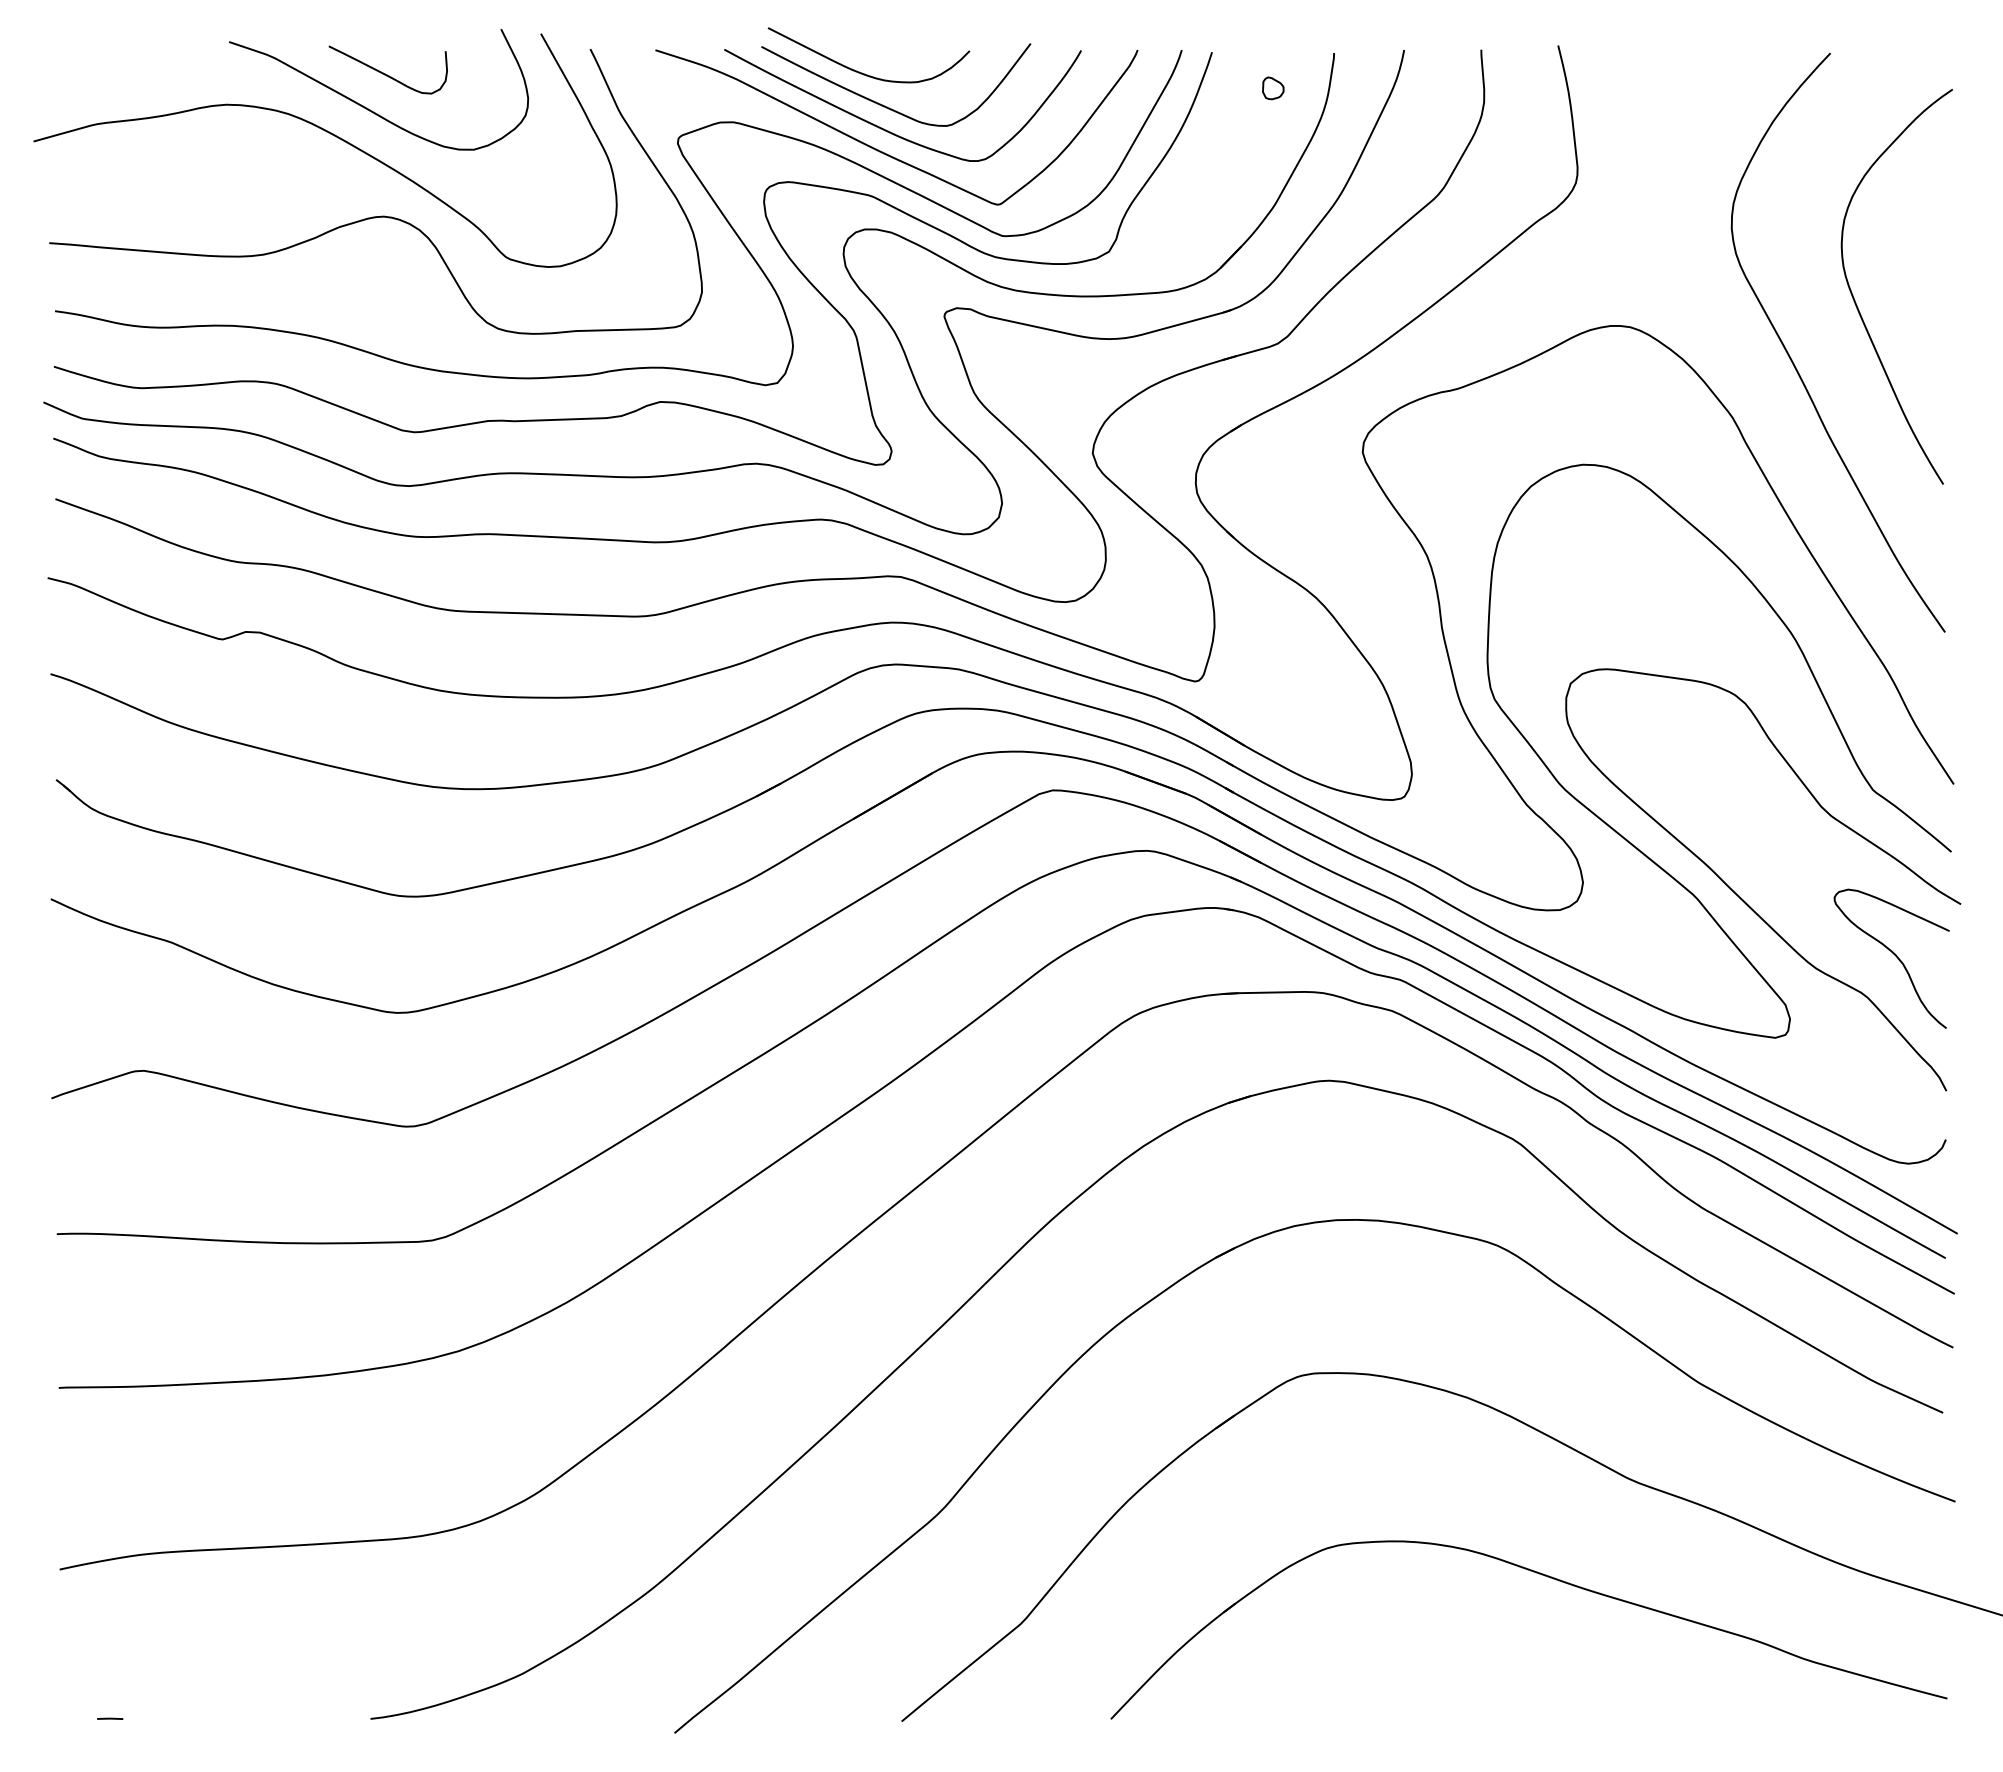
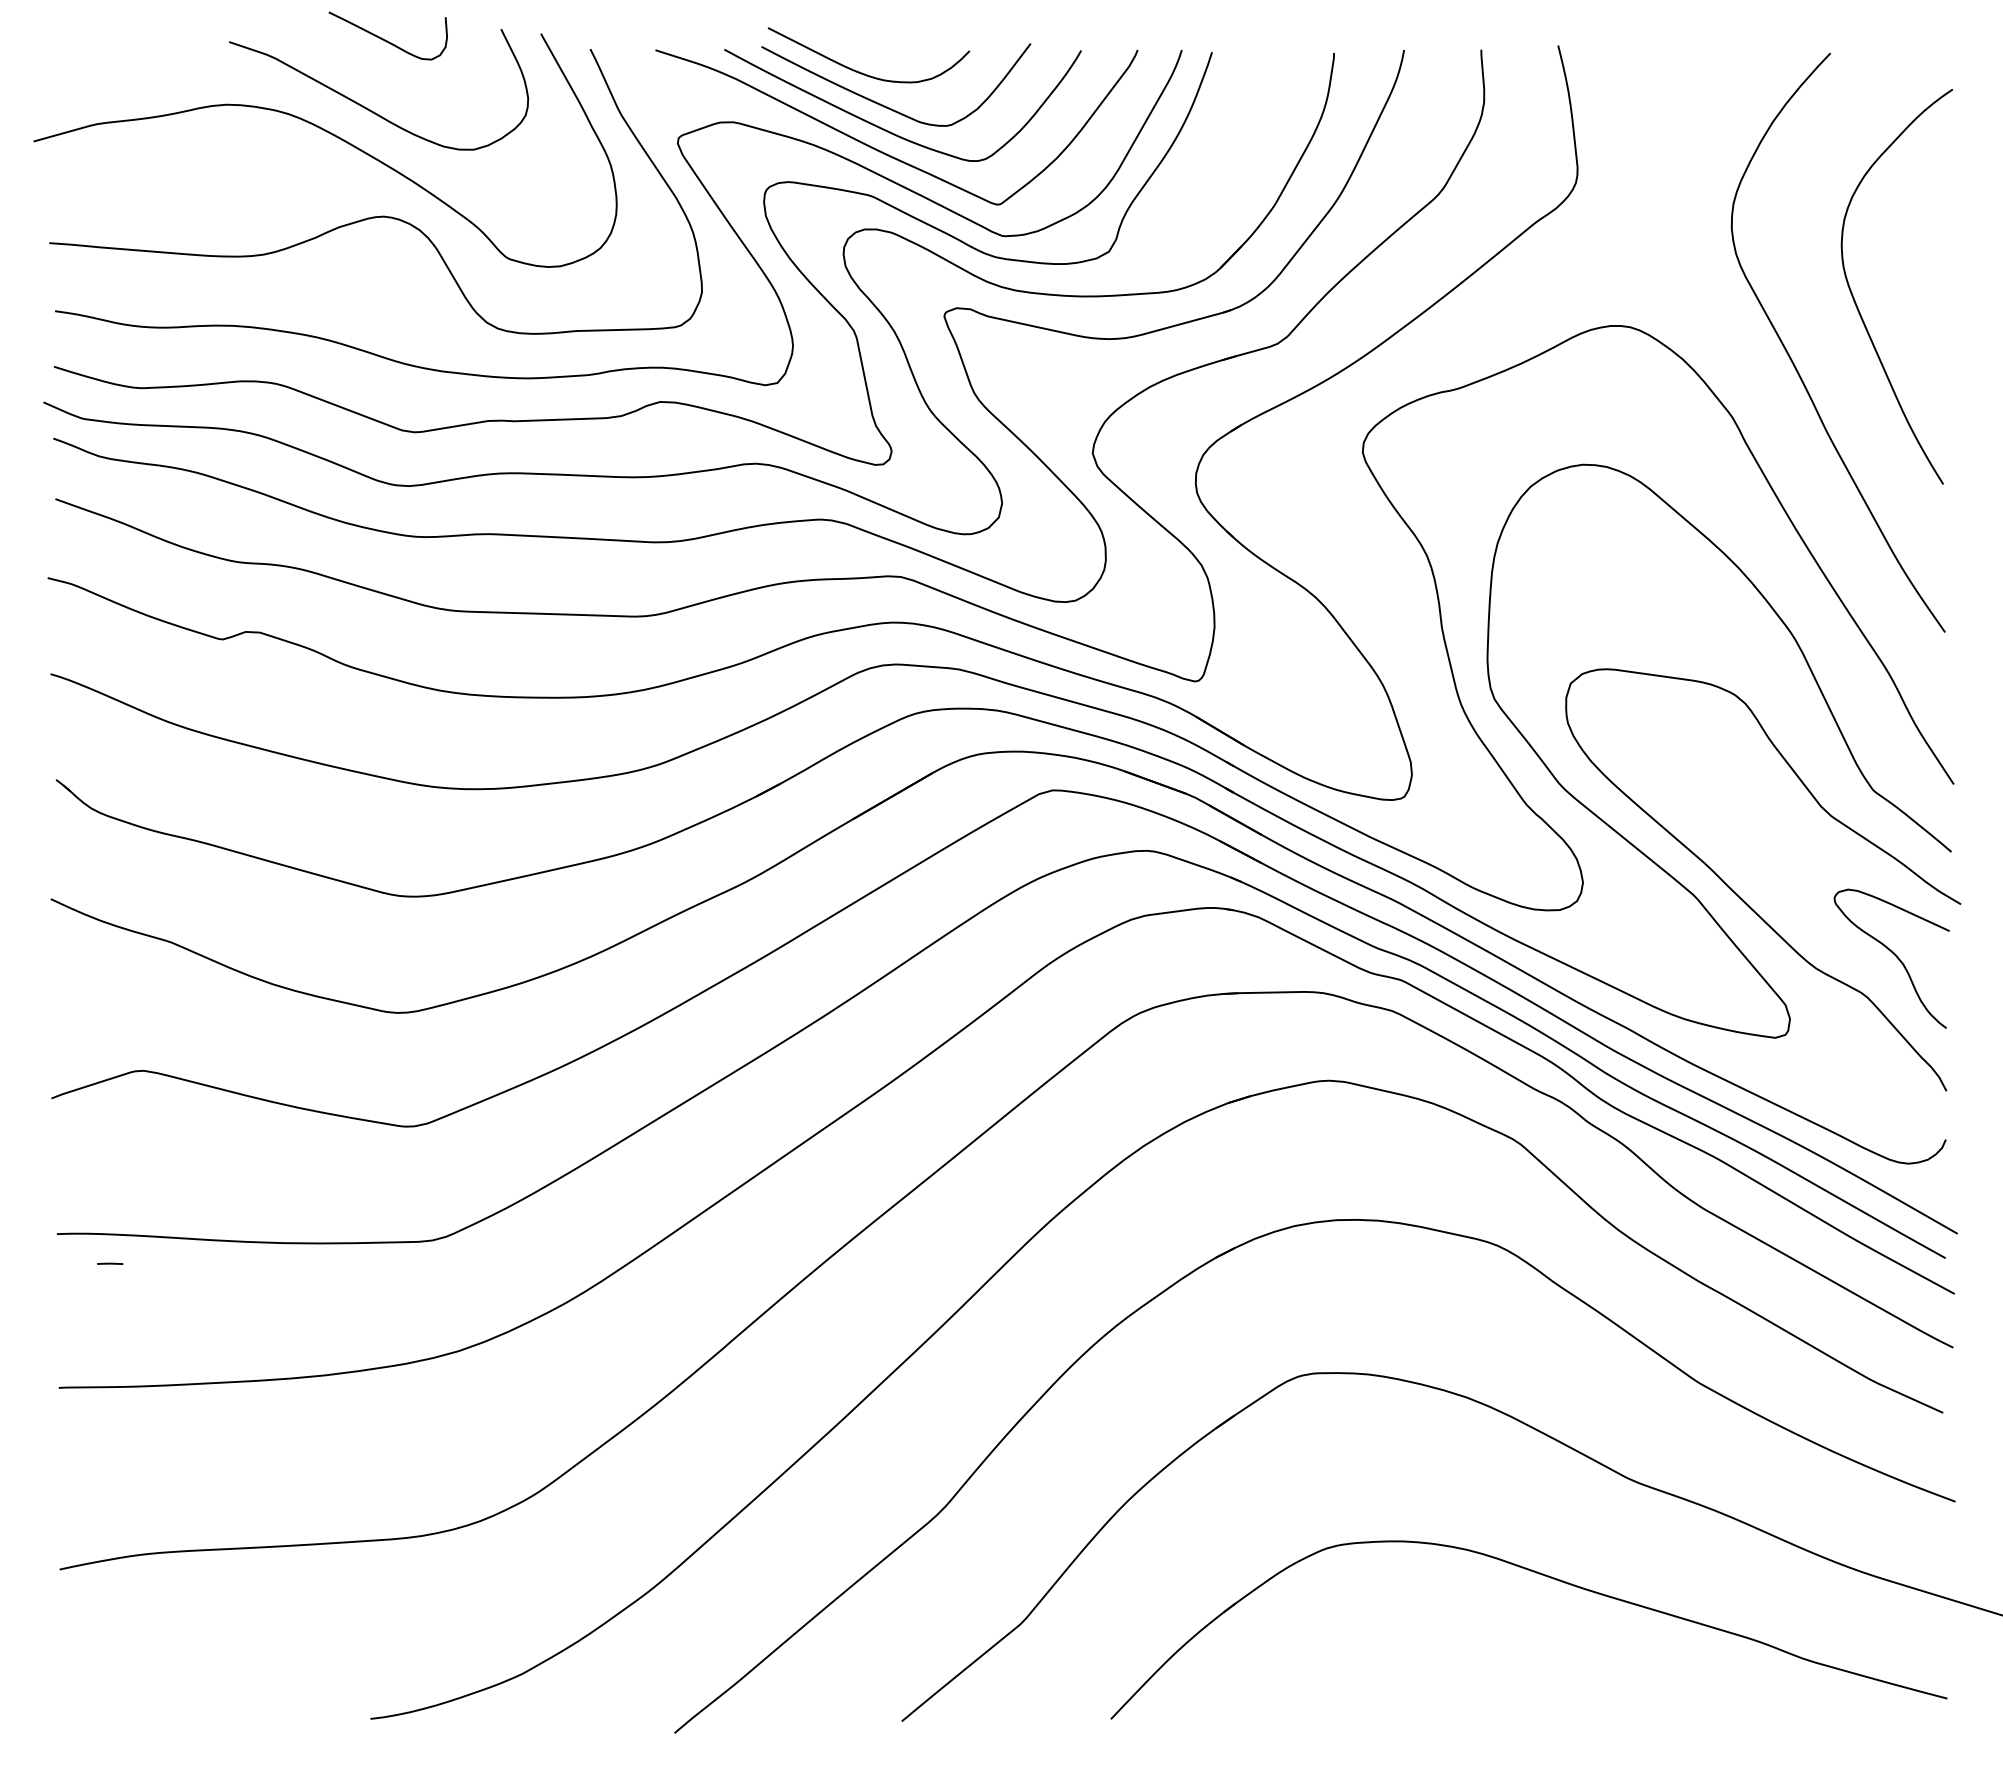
curve at (385, 73) position: (385, 73) -> (385, 39)
part at (1273, 88): present -> none
line at (110, 1718) position: (110, 1718) -> (110, 1263)
